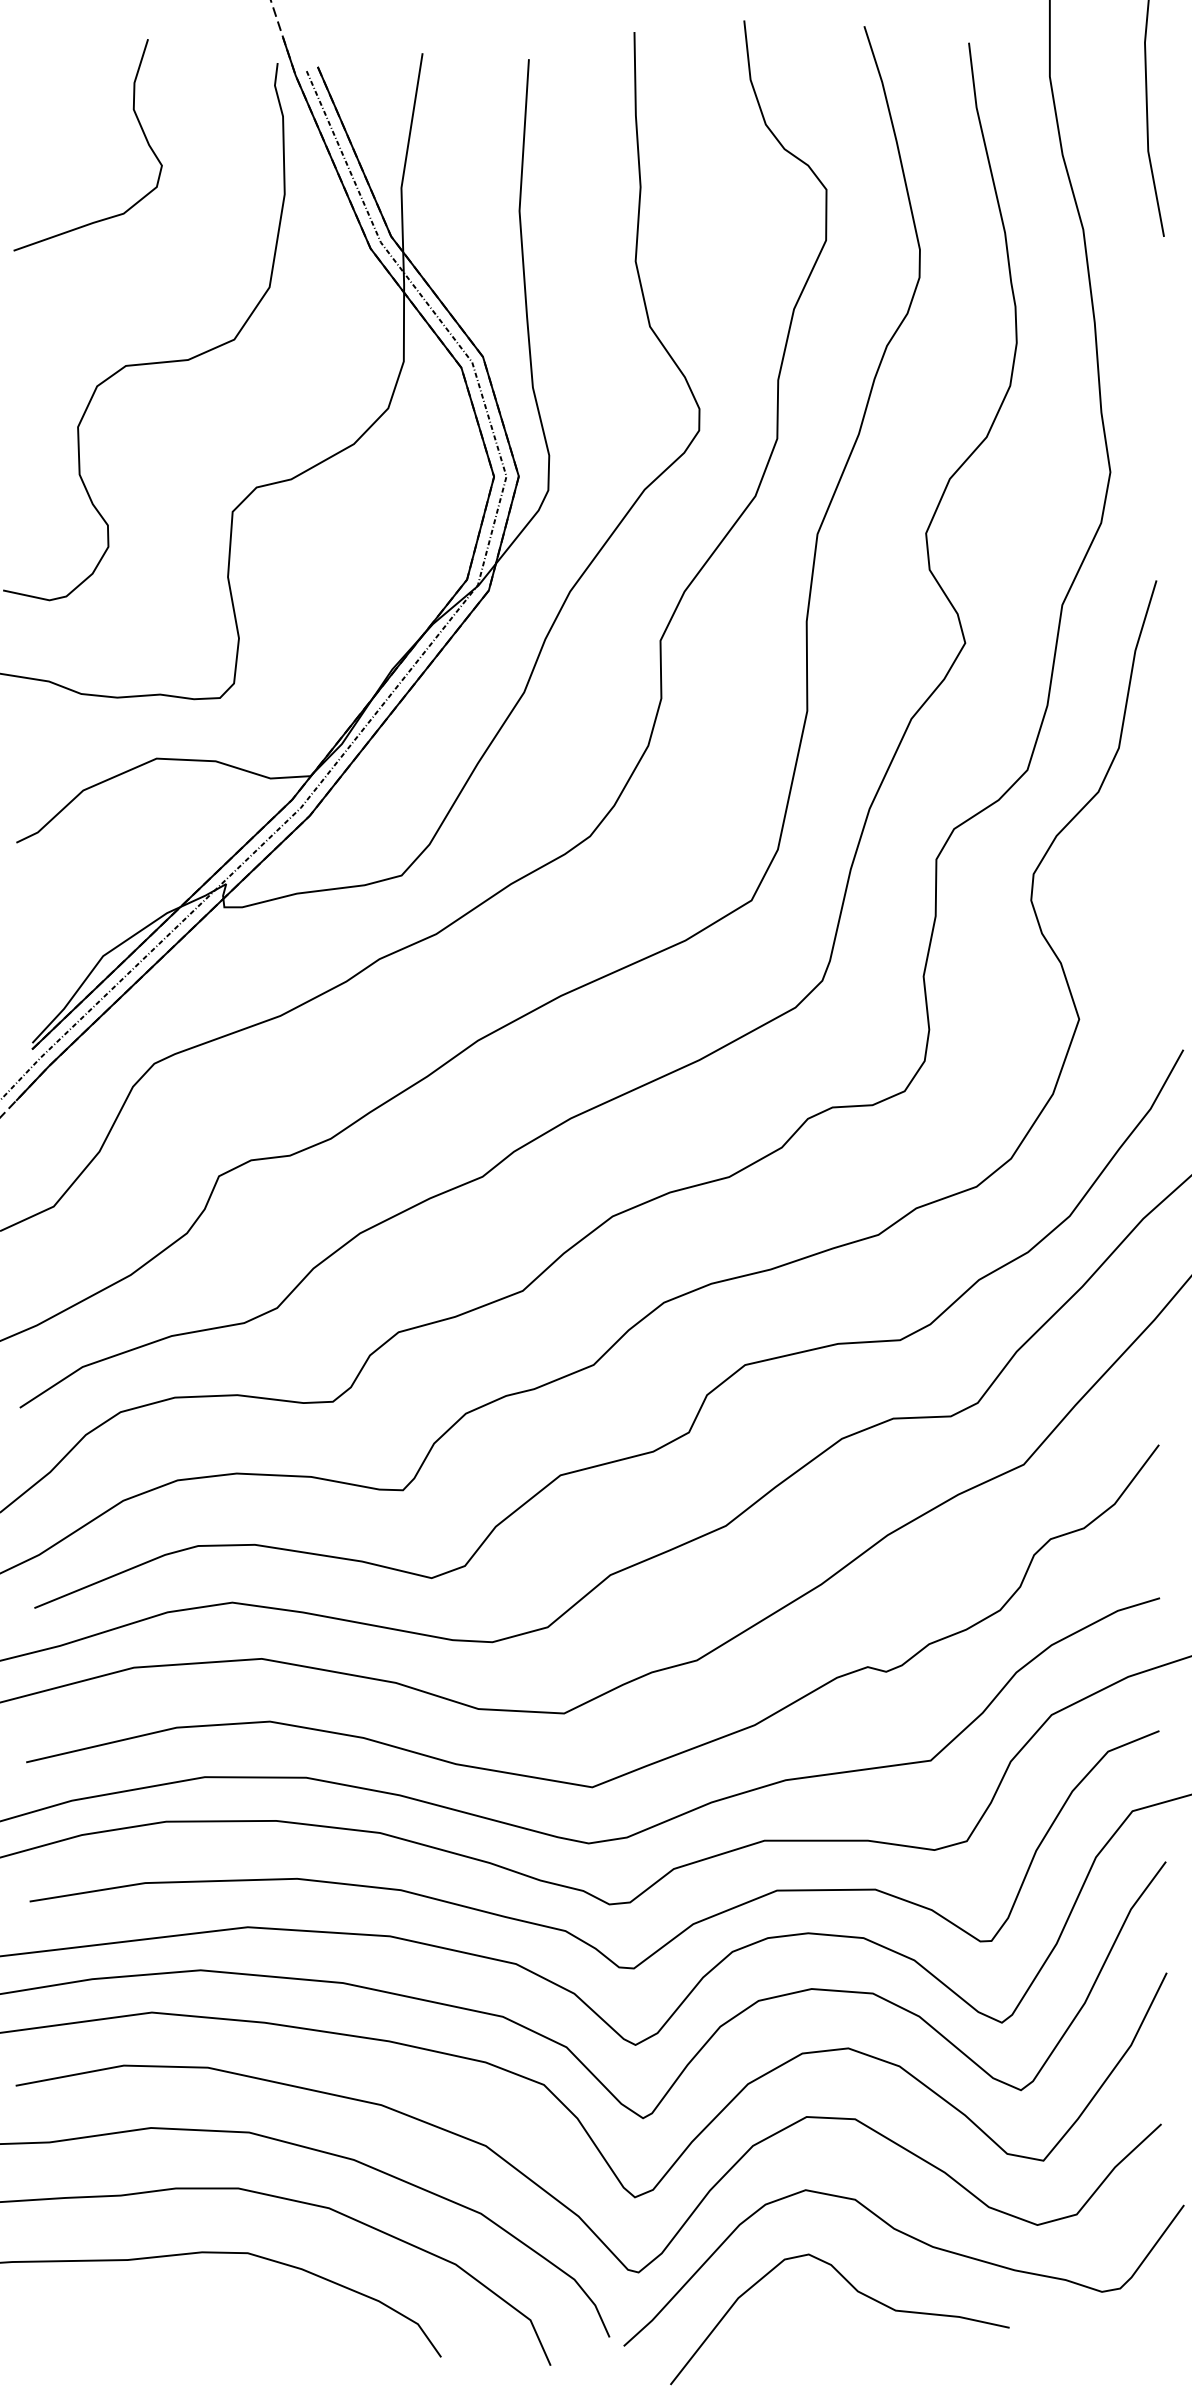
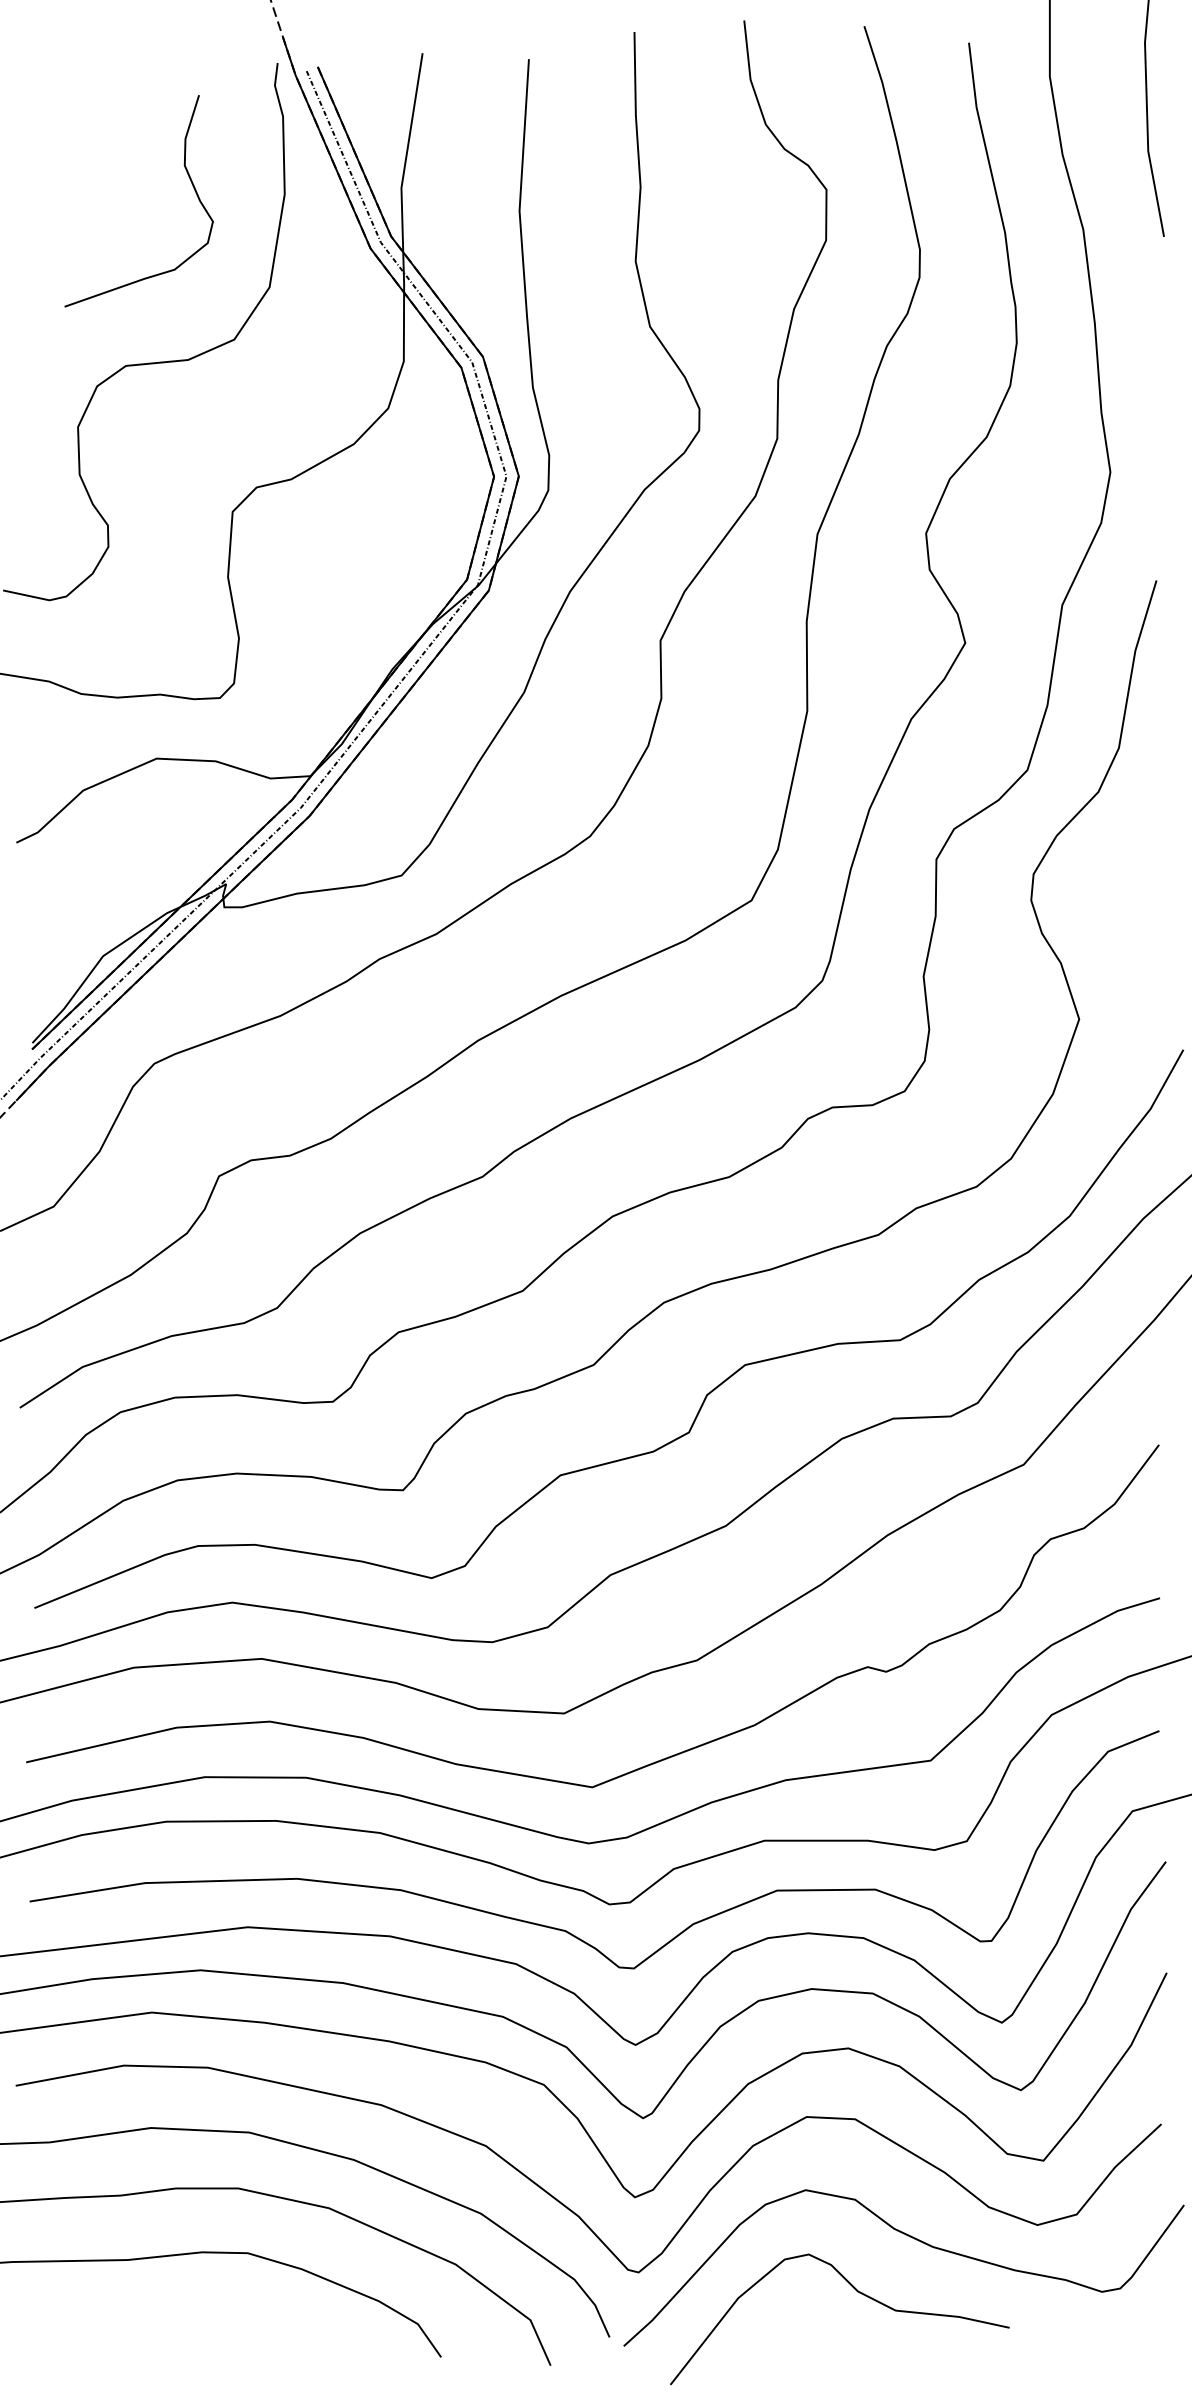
curve at (138, 123) position: (138, 123) -> (189, 179)
